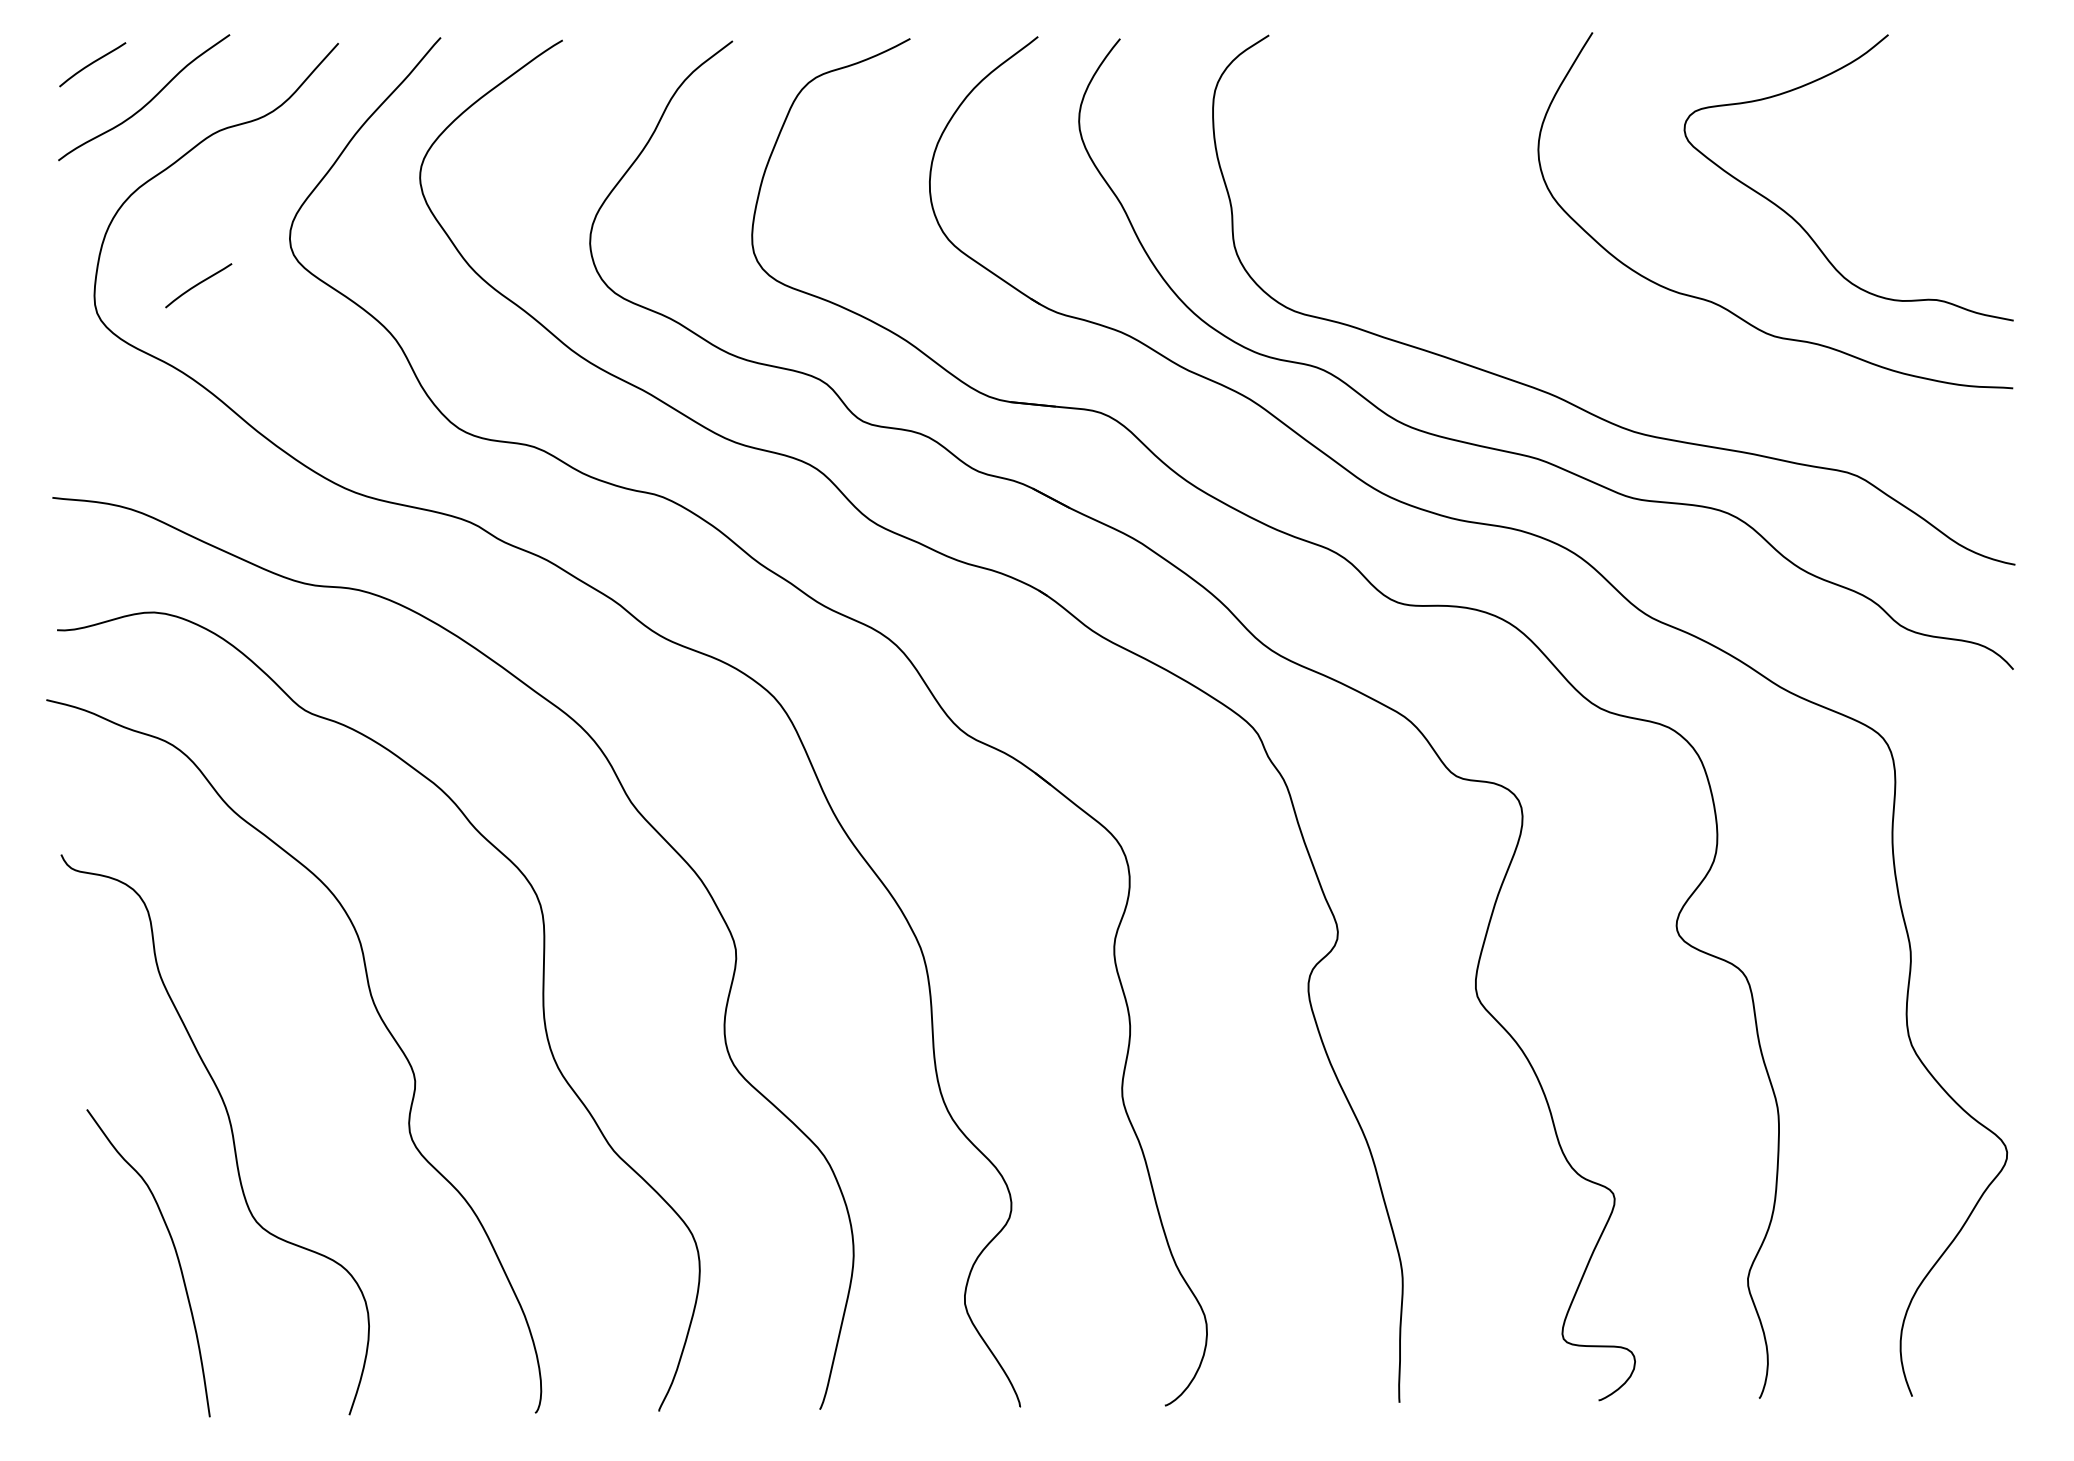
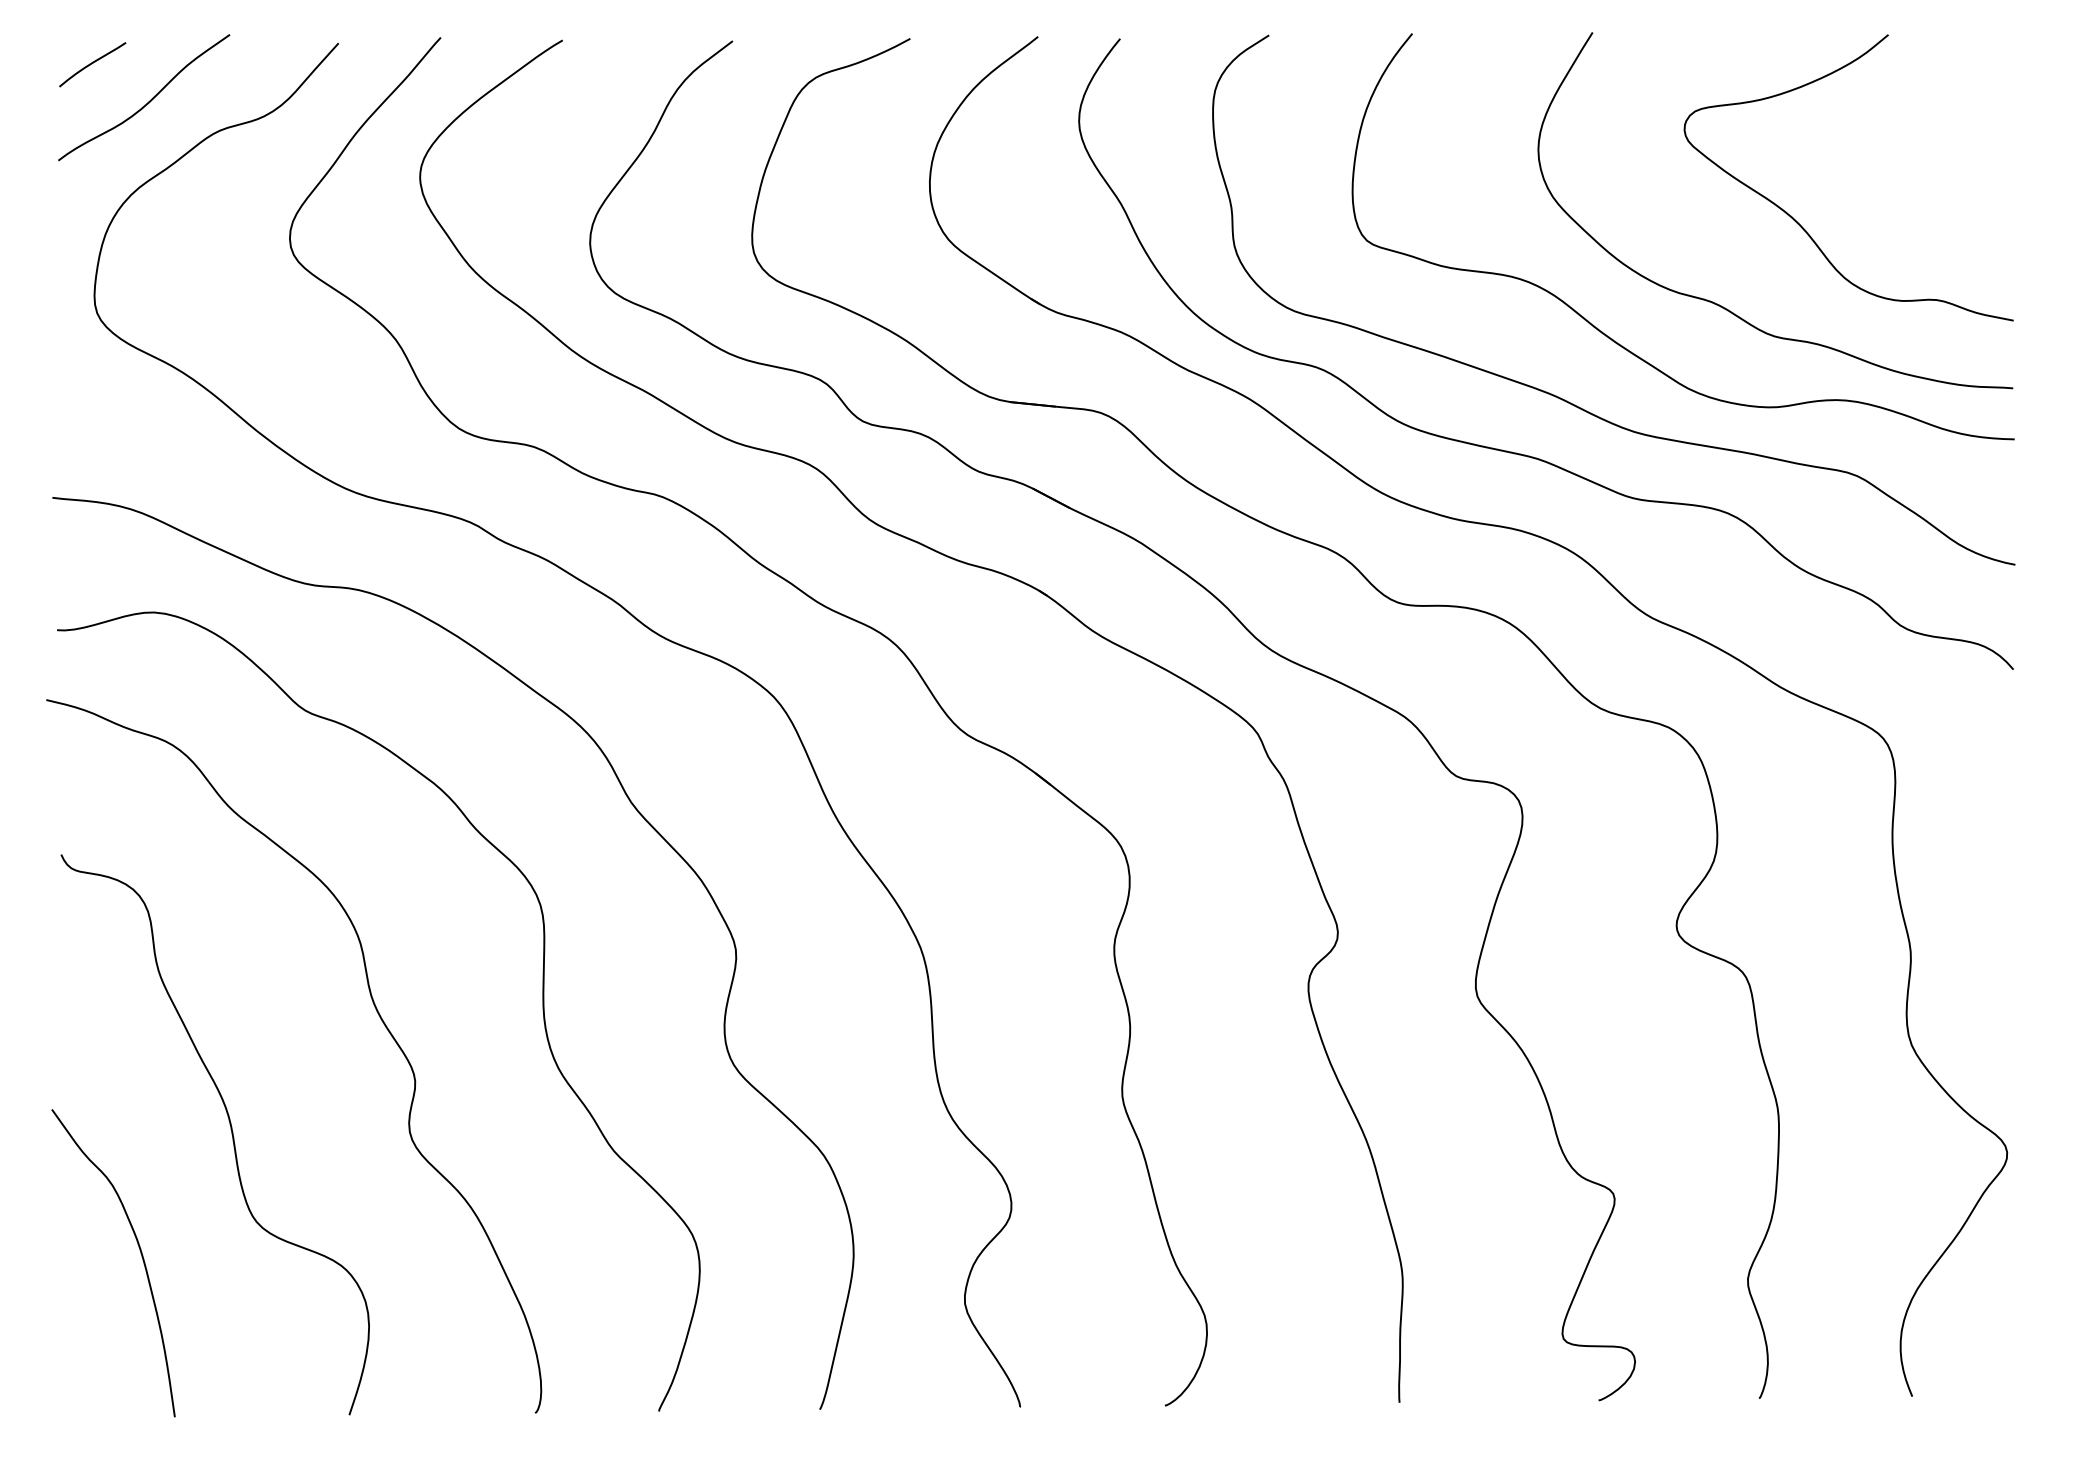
curve at (198, 285): present -> none
curve at (1612, 338): none -> present
curve at (176, 1257) position: (176, 1257) -> (141, 1257)
